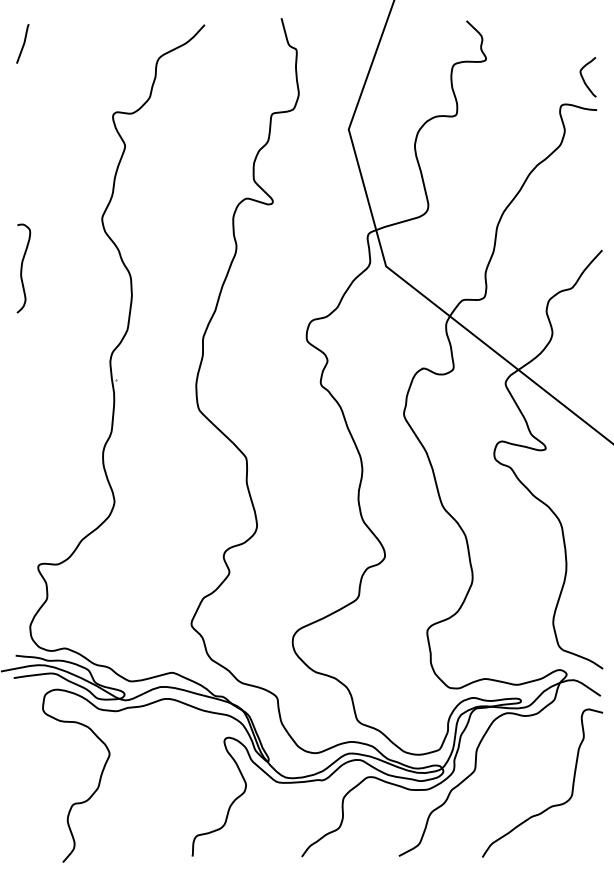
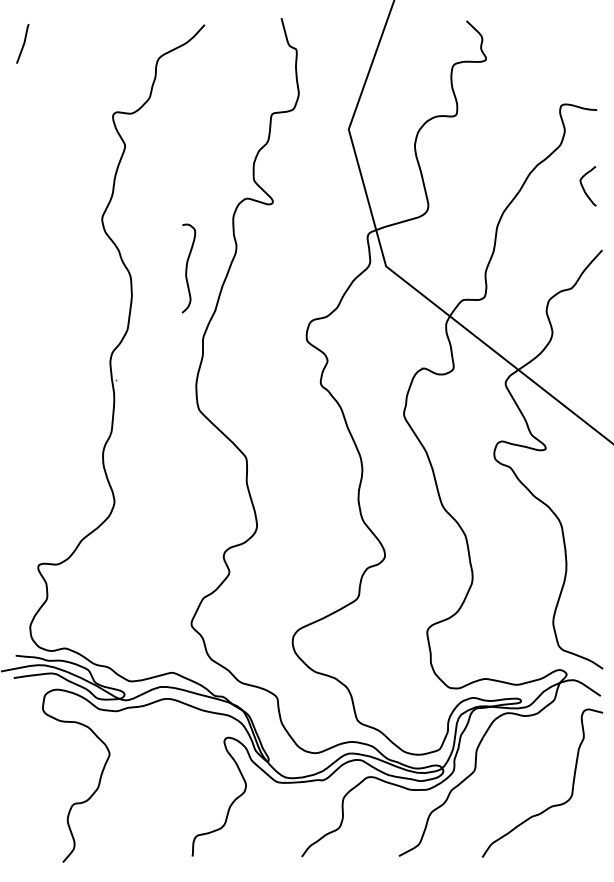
curve at (584, 79) position: (584, 79) -> (584, 188)
curve at (22, 268) position: (22, 268) -> (187, 268)
